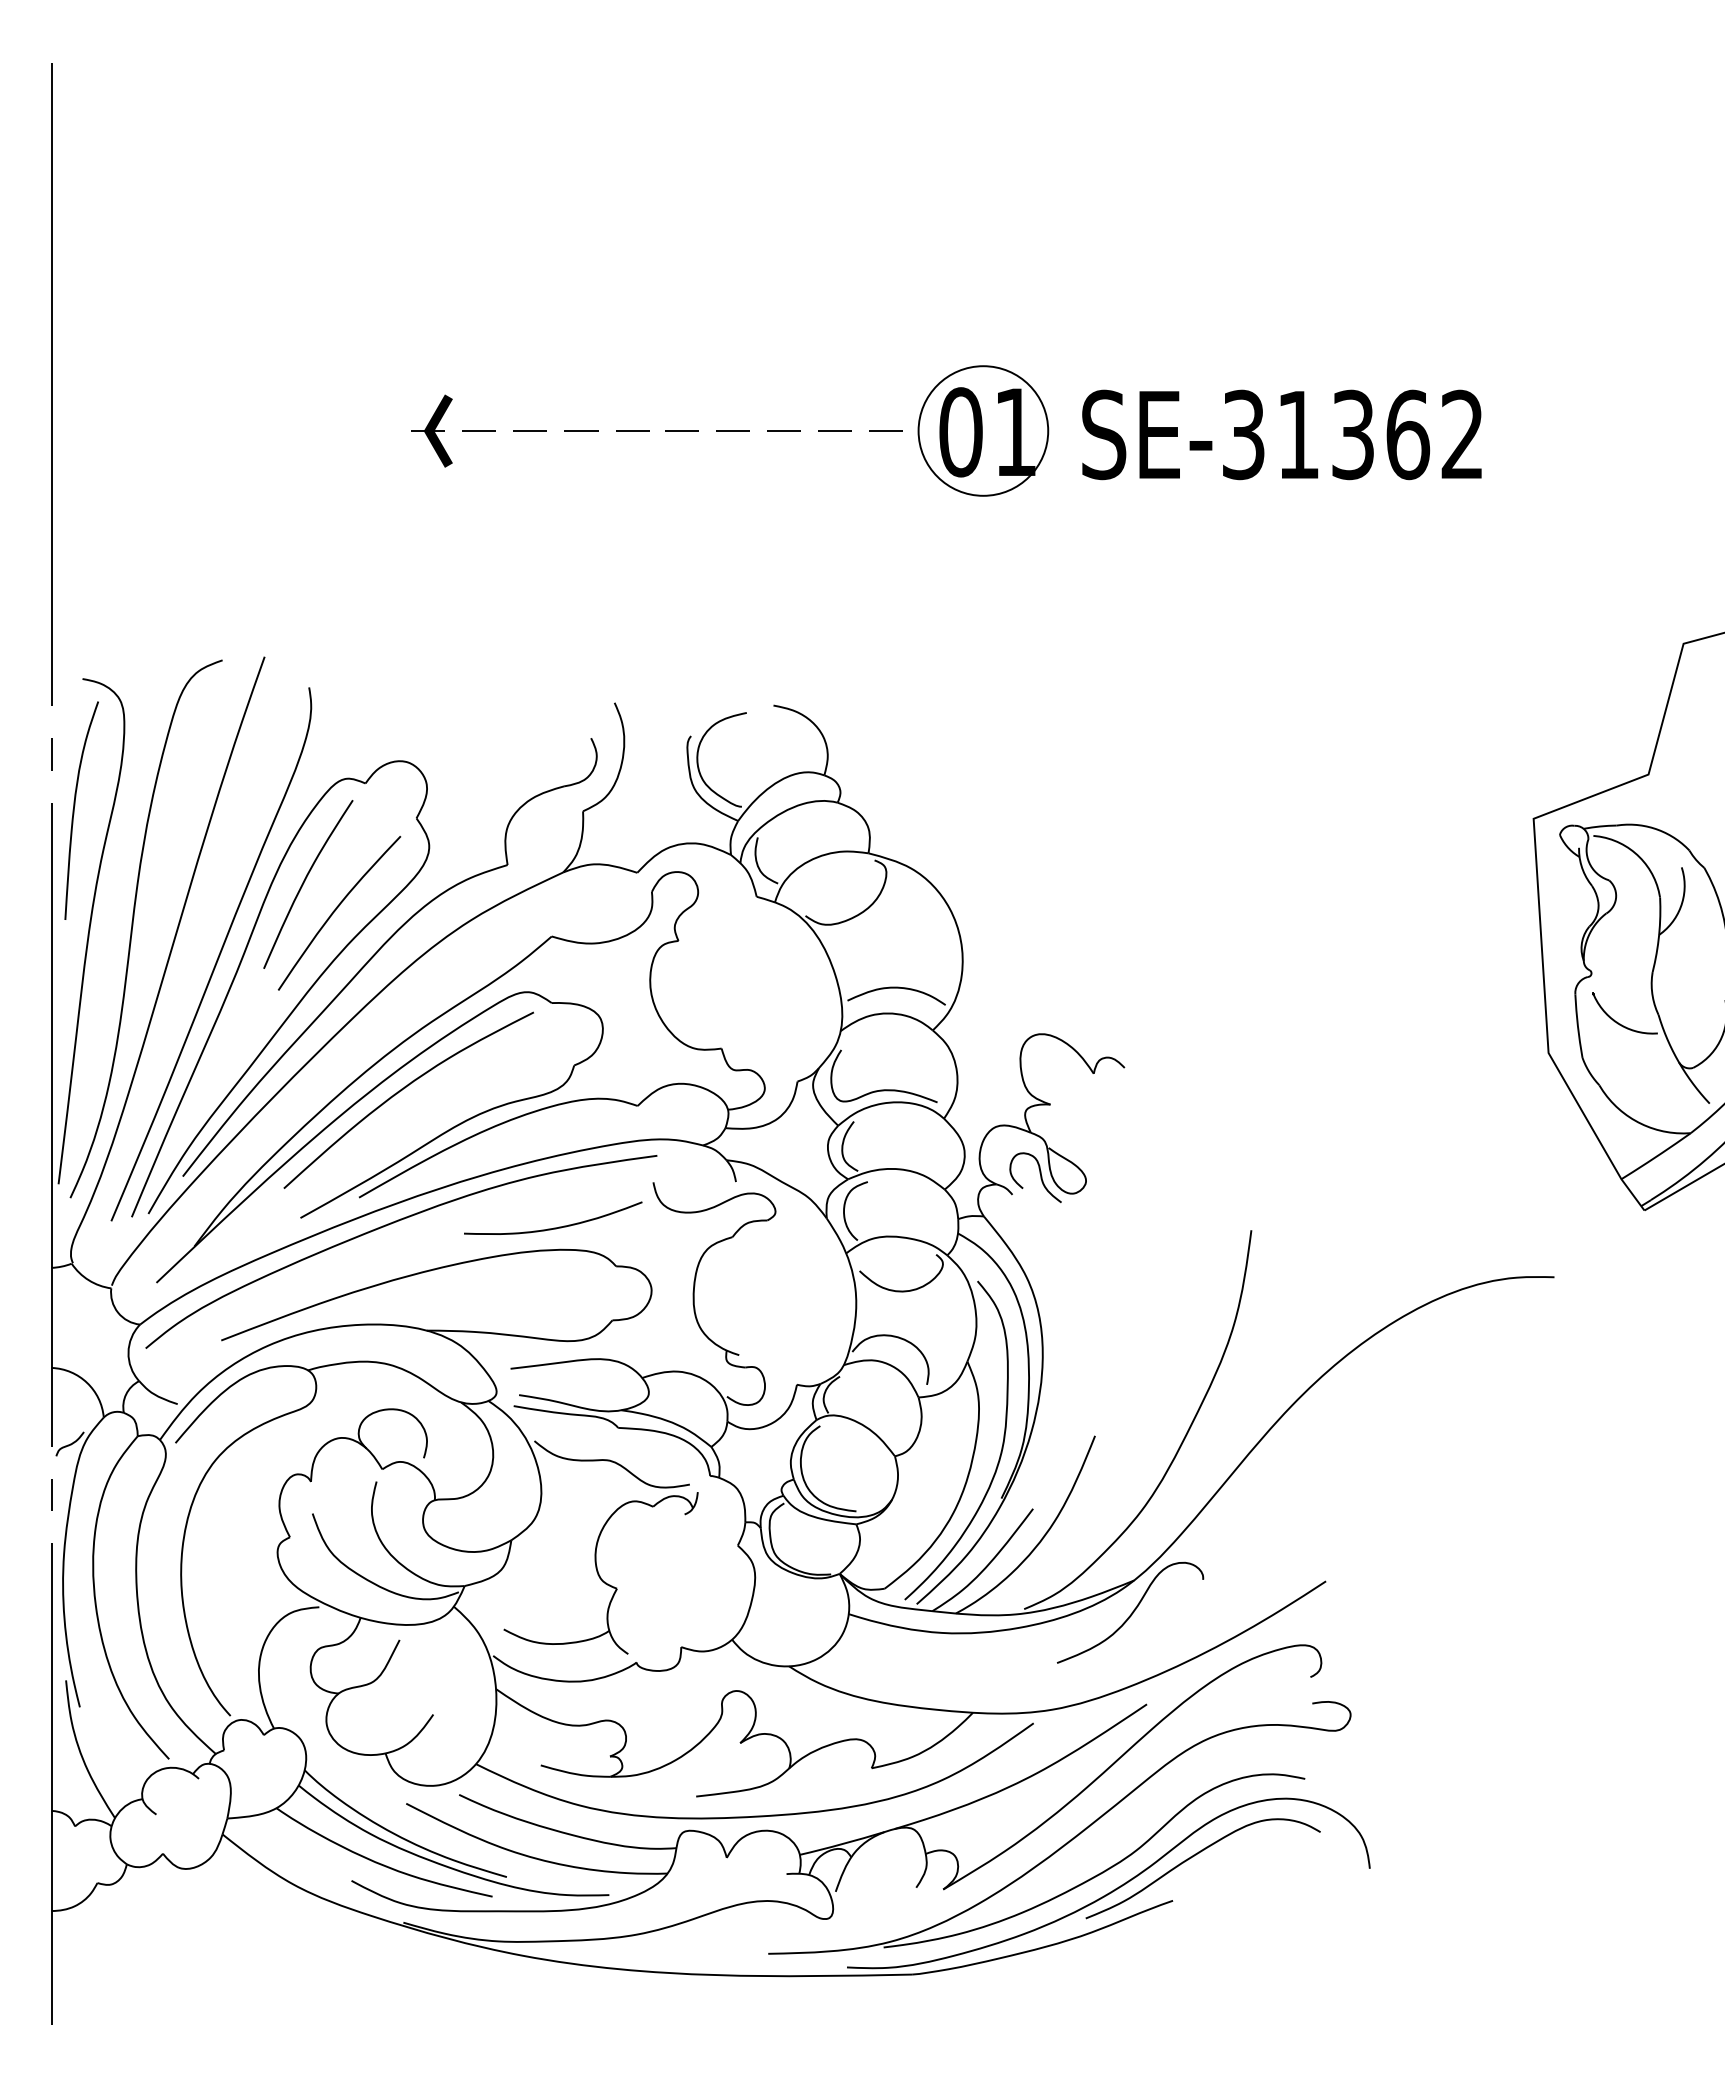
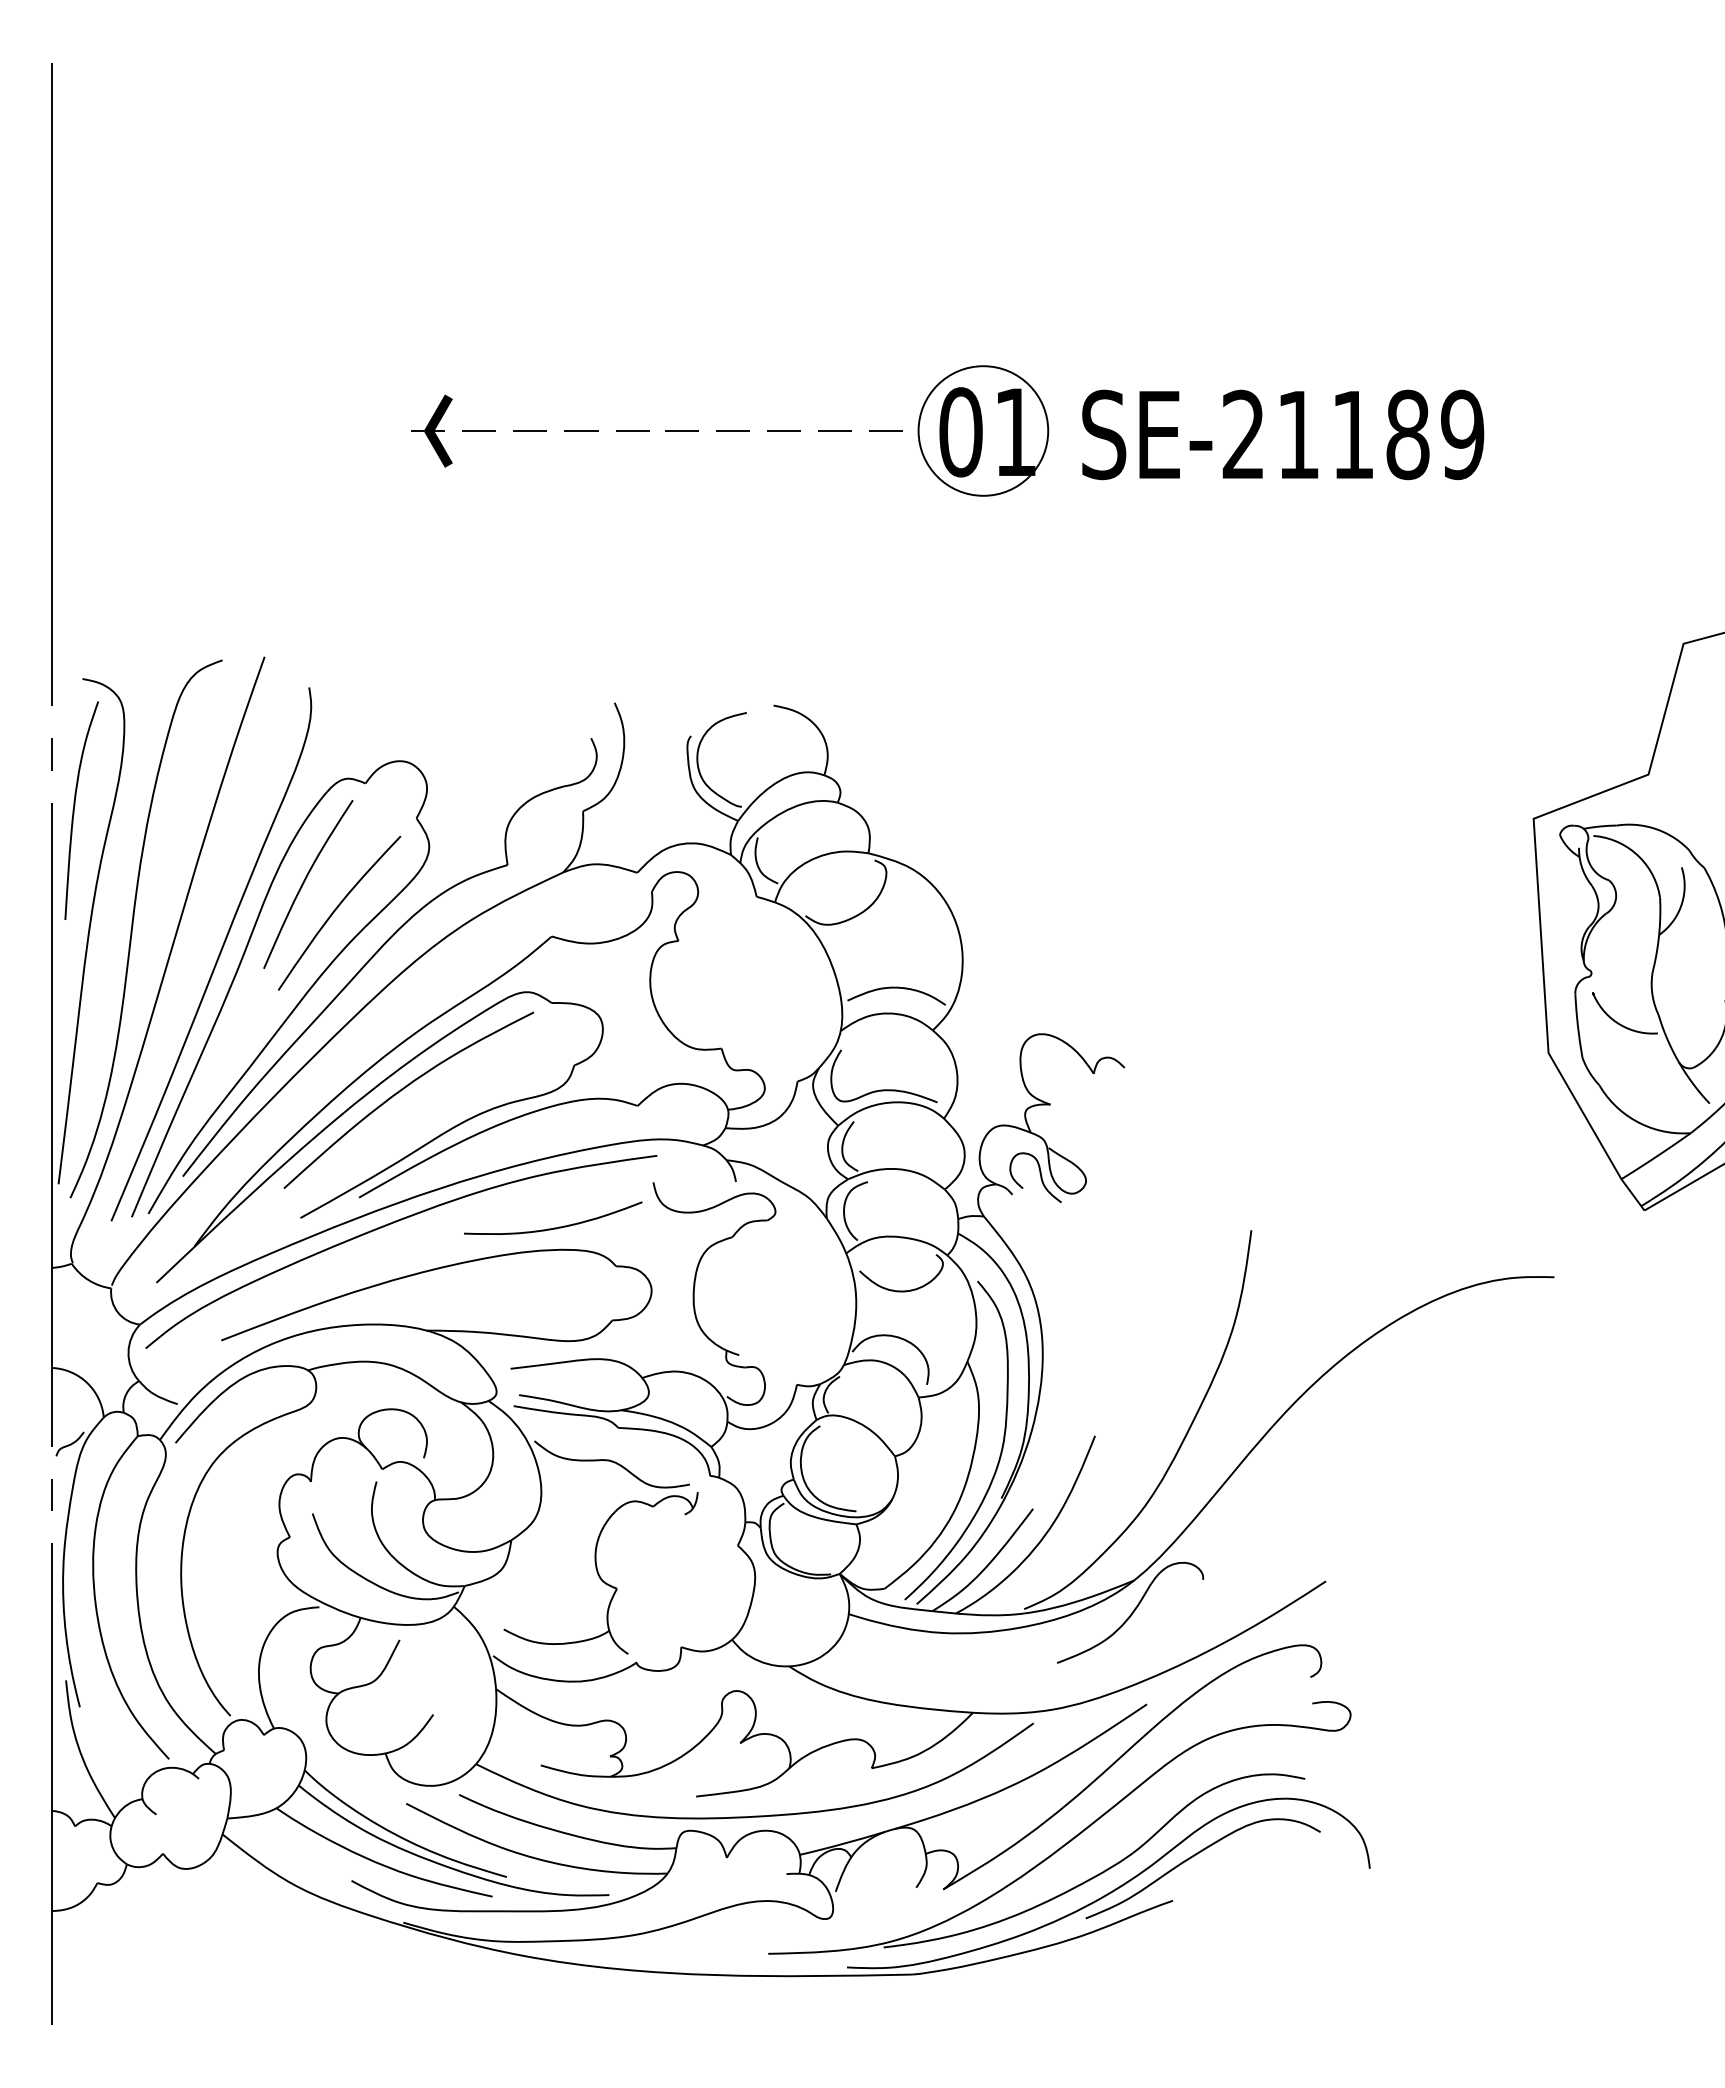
text at (1353, 434): SE-31362 -> SE-21189
